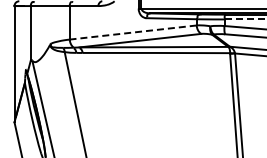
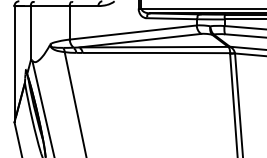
line at (245, 19): dashed -> solid
line at (133, 32): dashed -> solid
